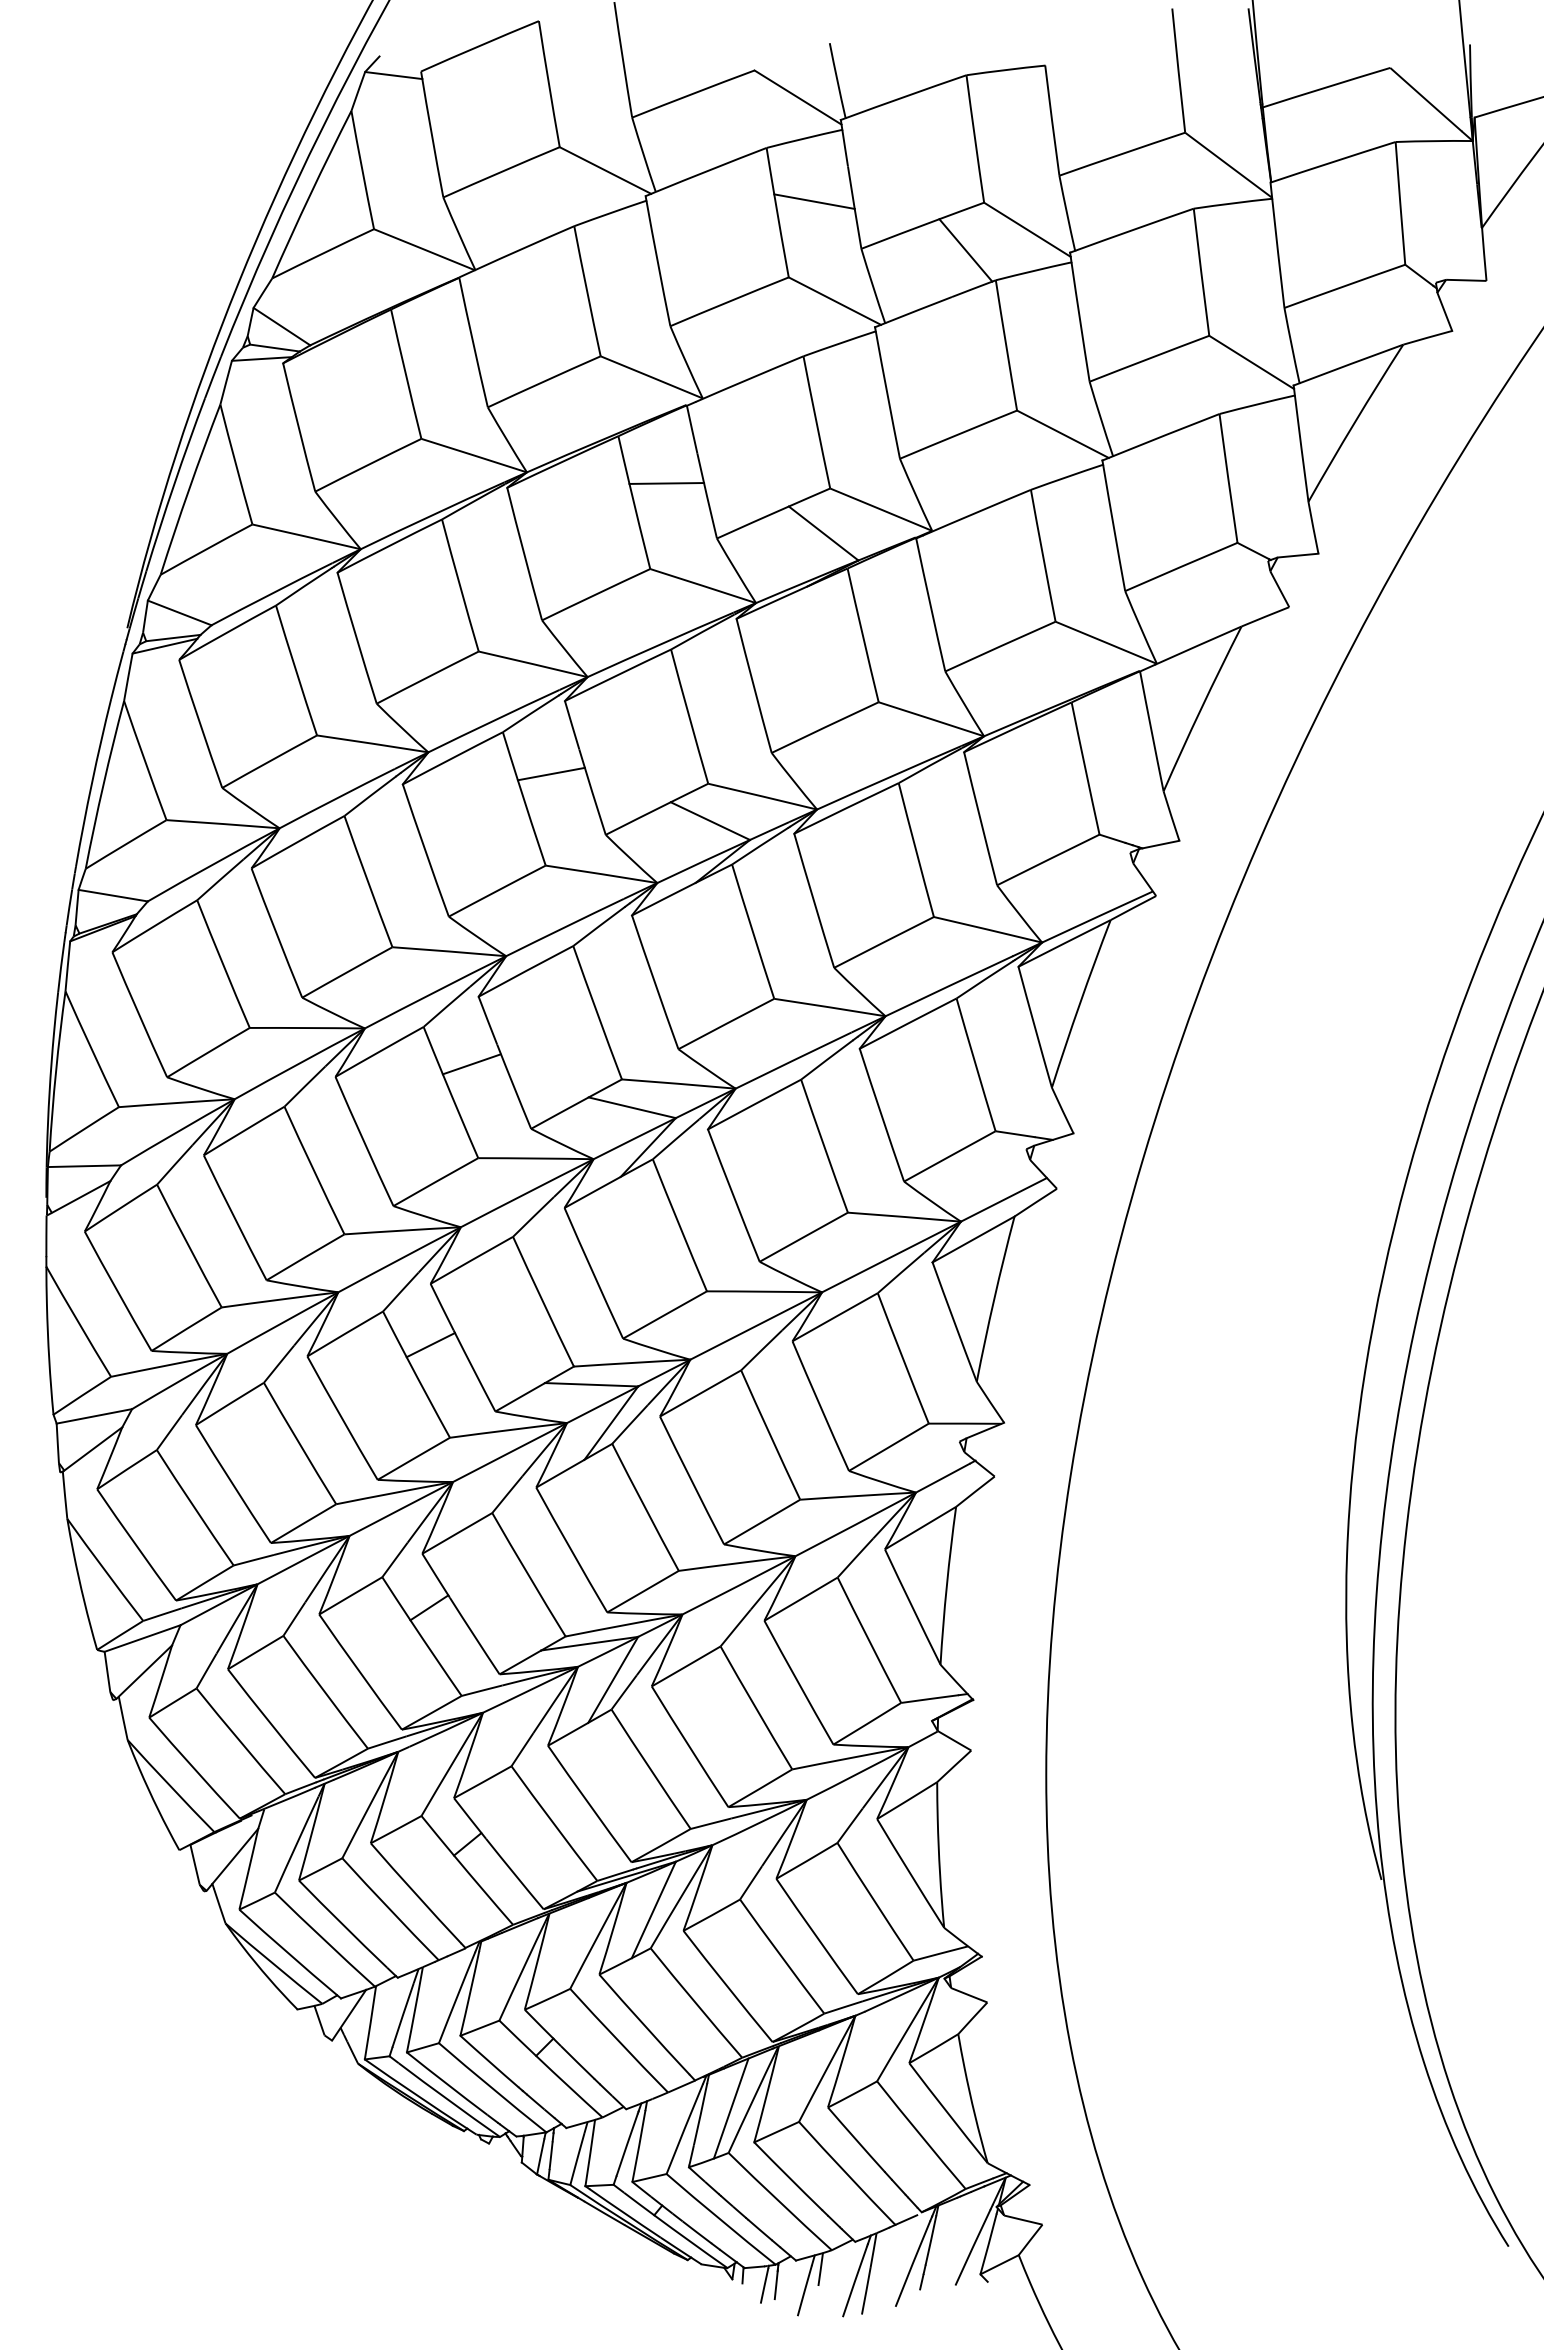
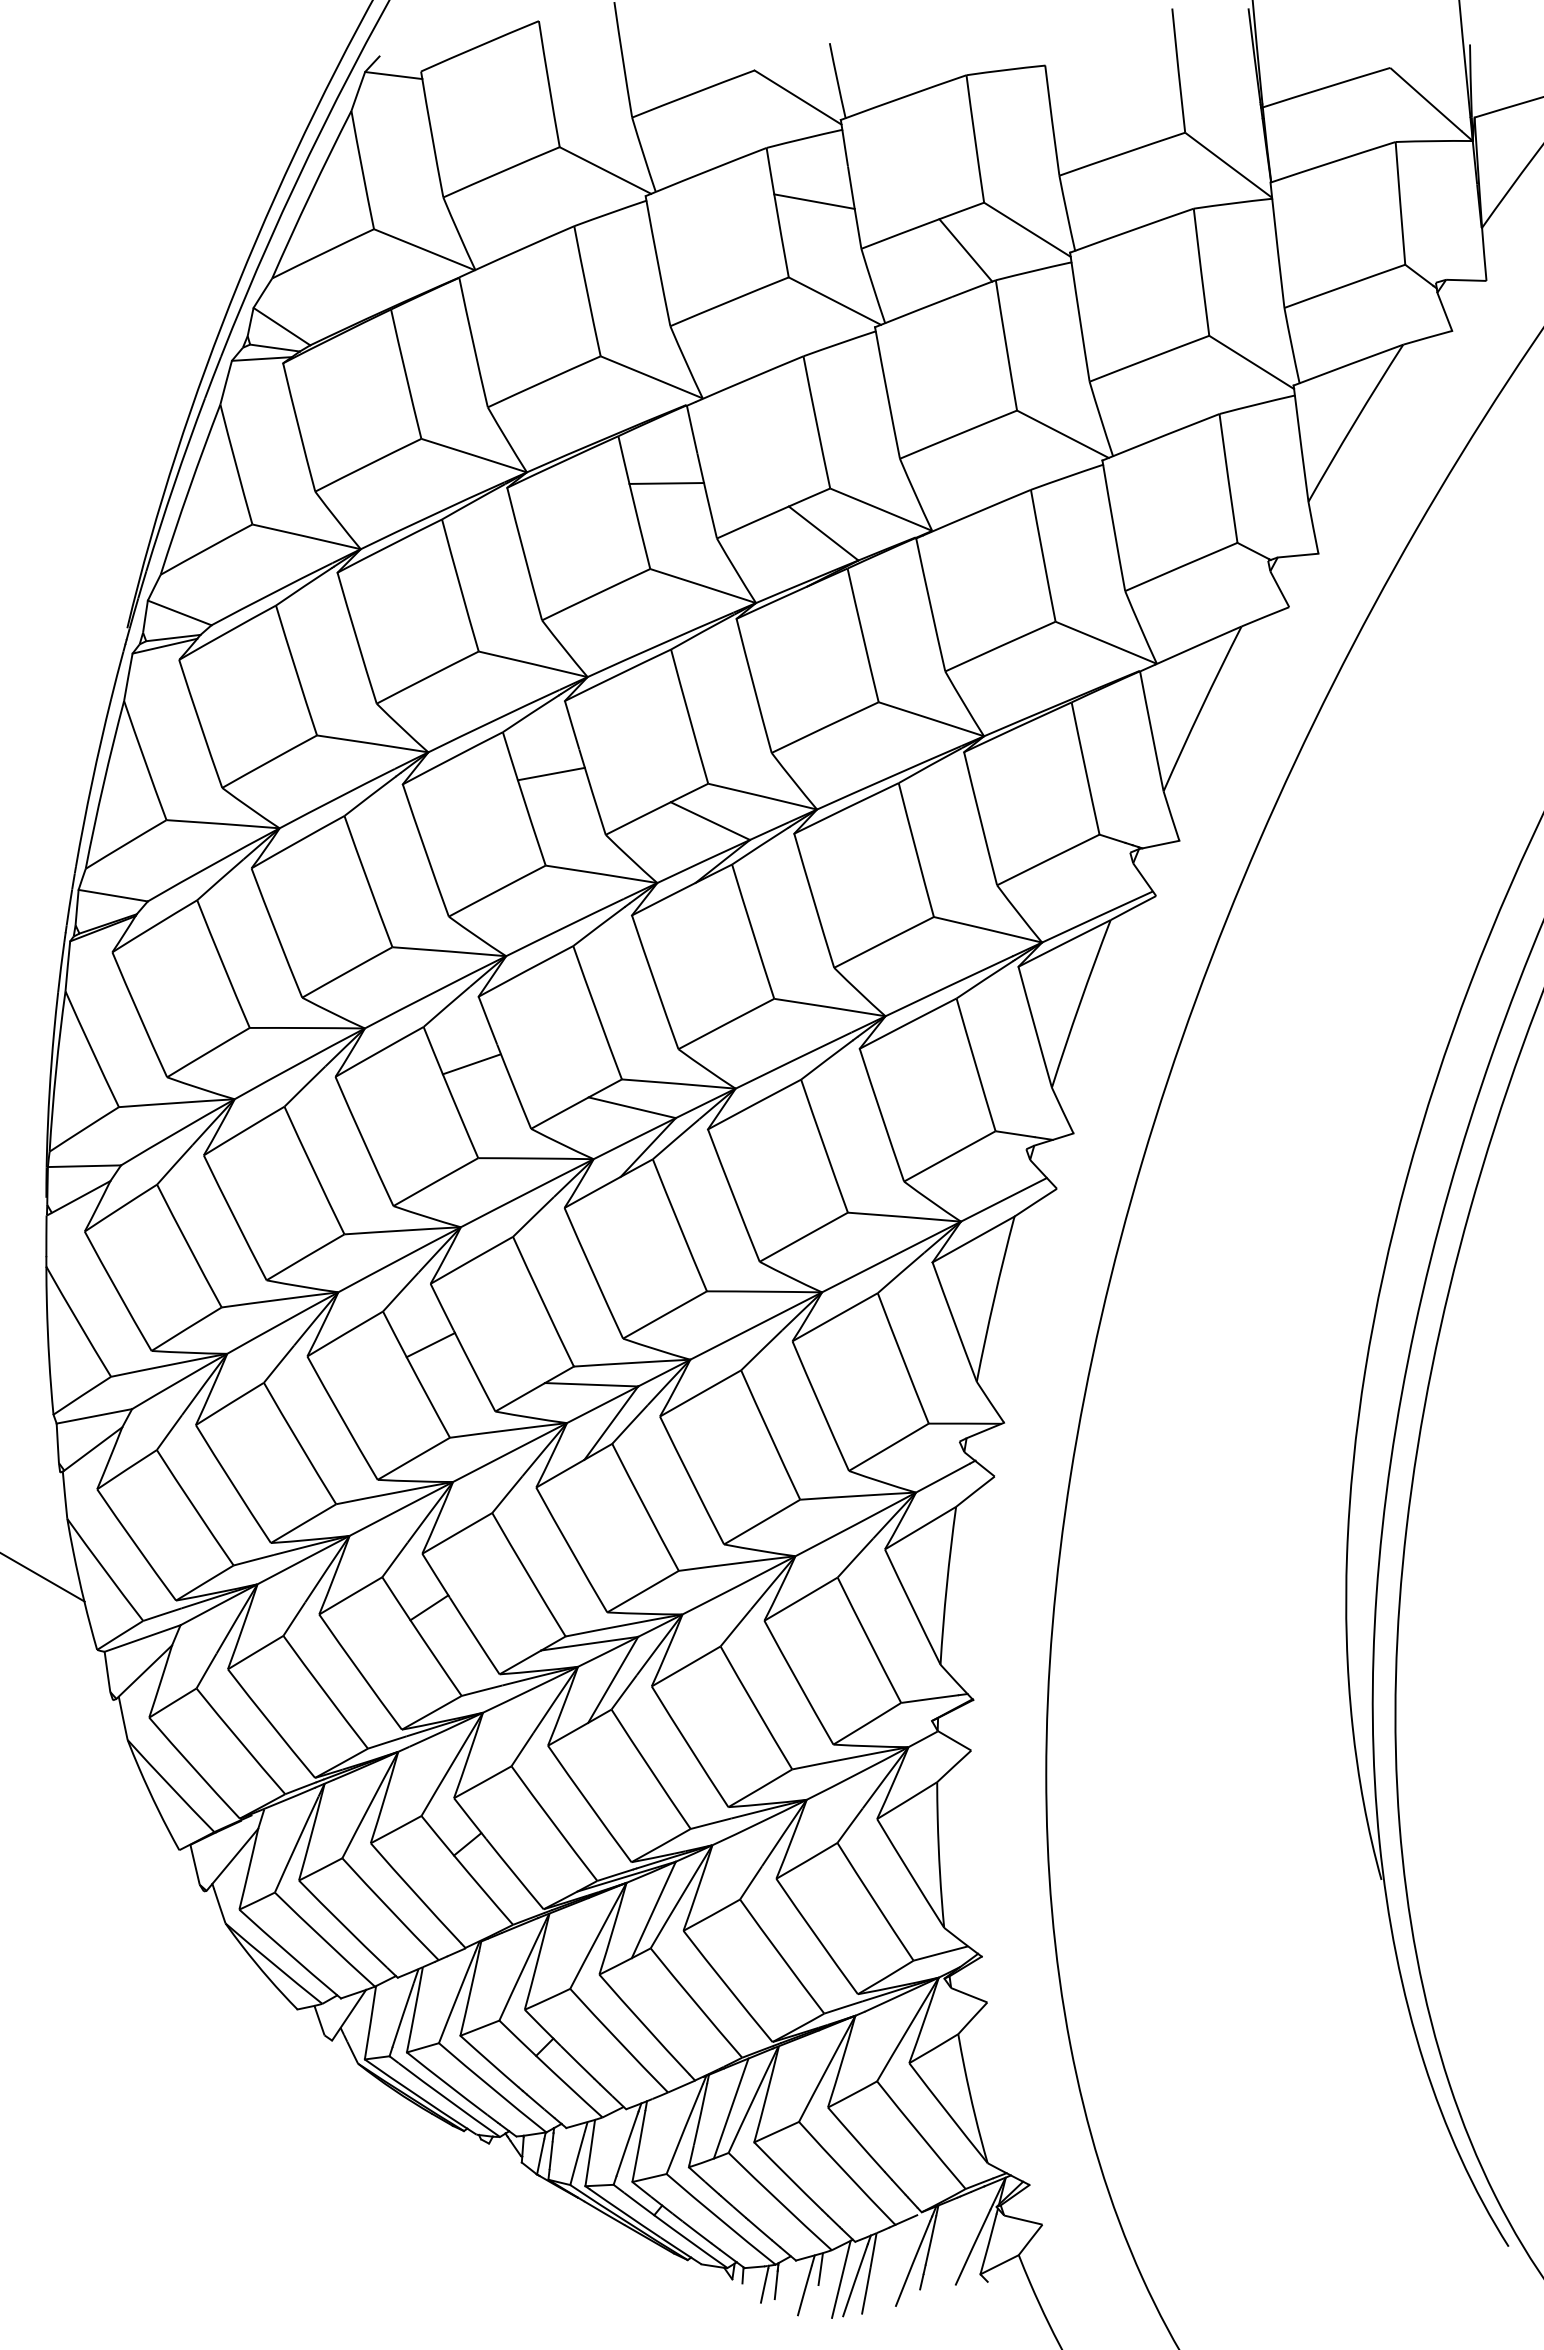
line at (43, 1577): none -> present
line at (841, 2278): none -> present
